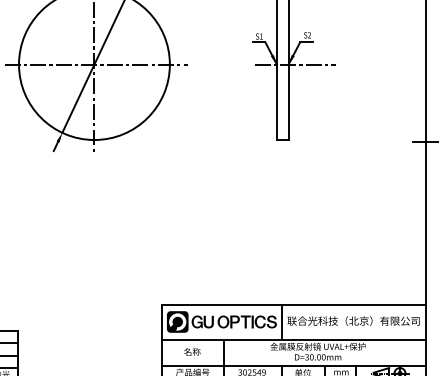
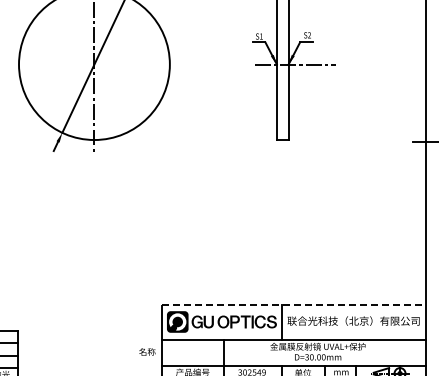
line at (96, 64): present -> none
line at (294, 305): solid -> dashed
text at (192, 351) position: (192, 351) -> (147, 351)
